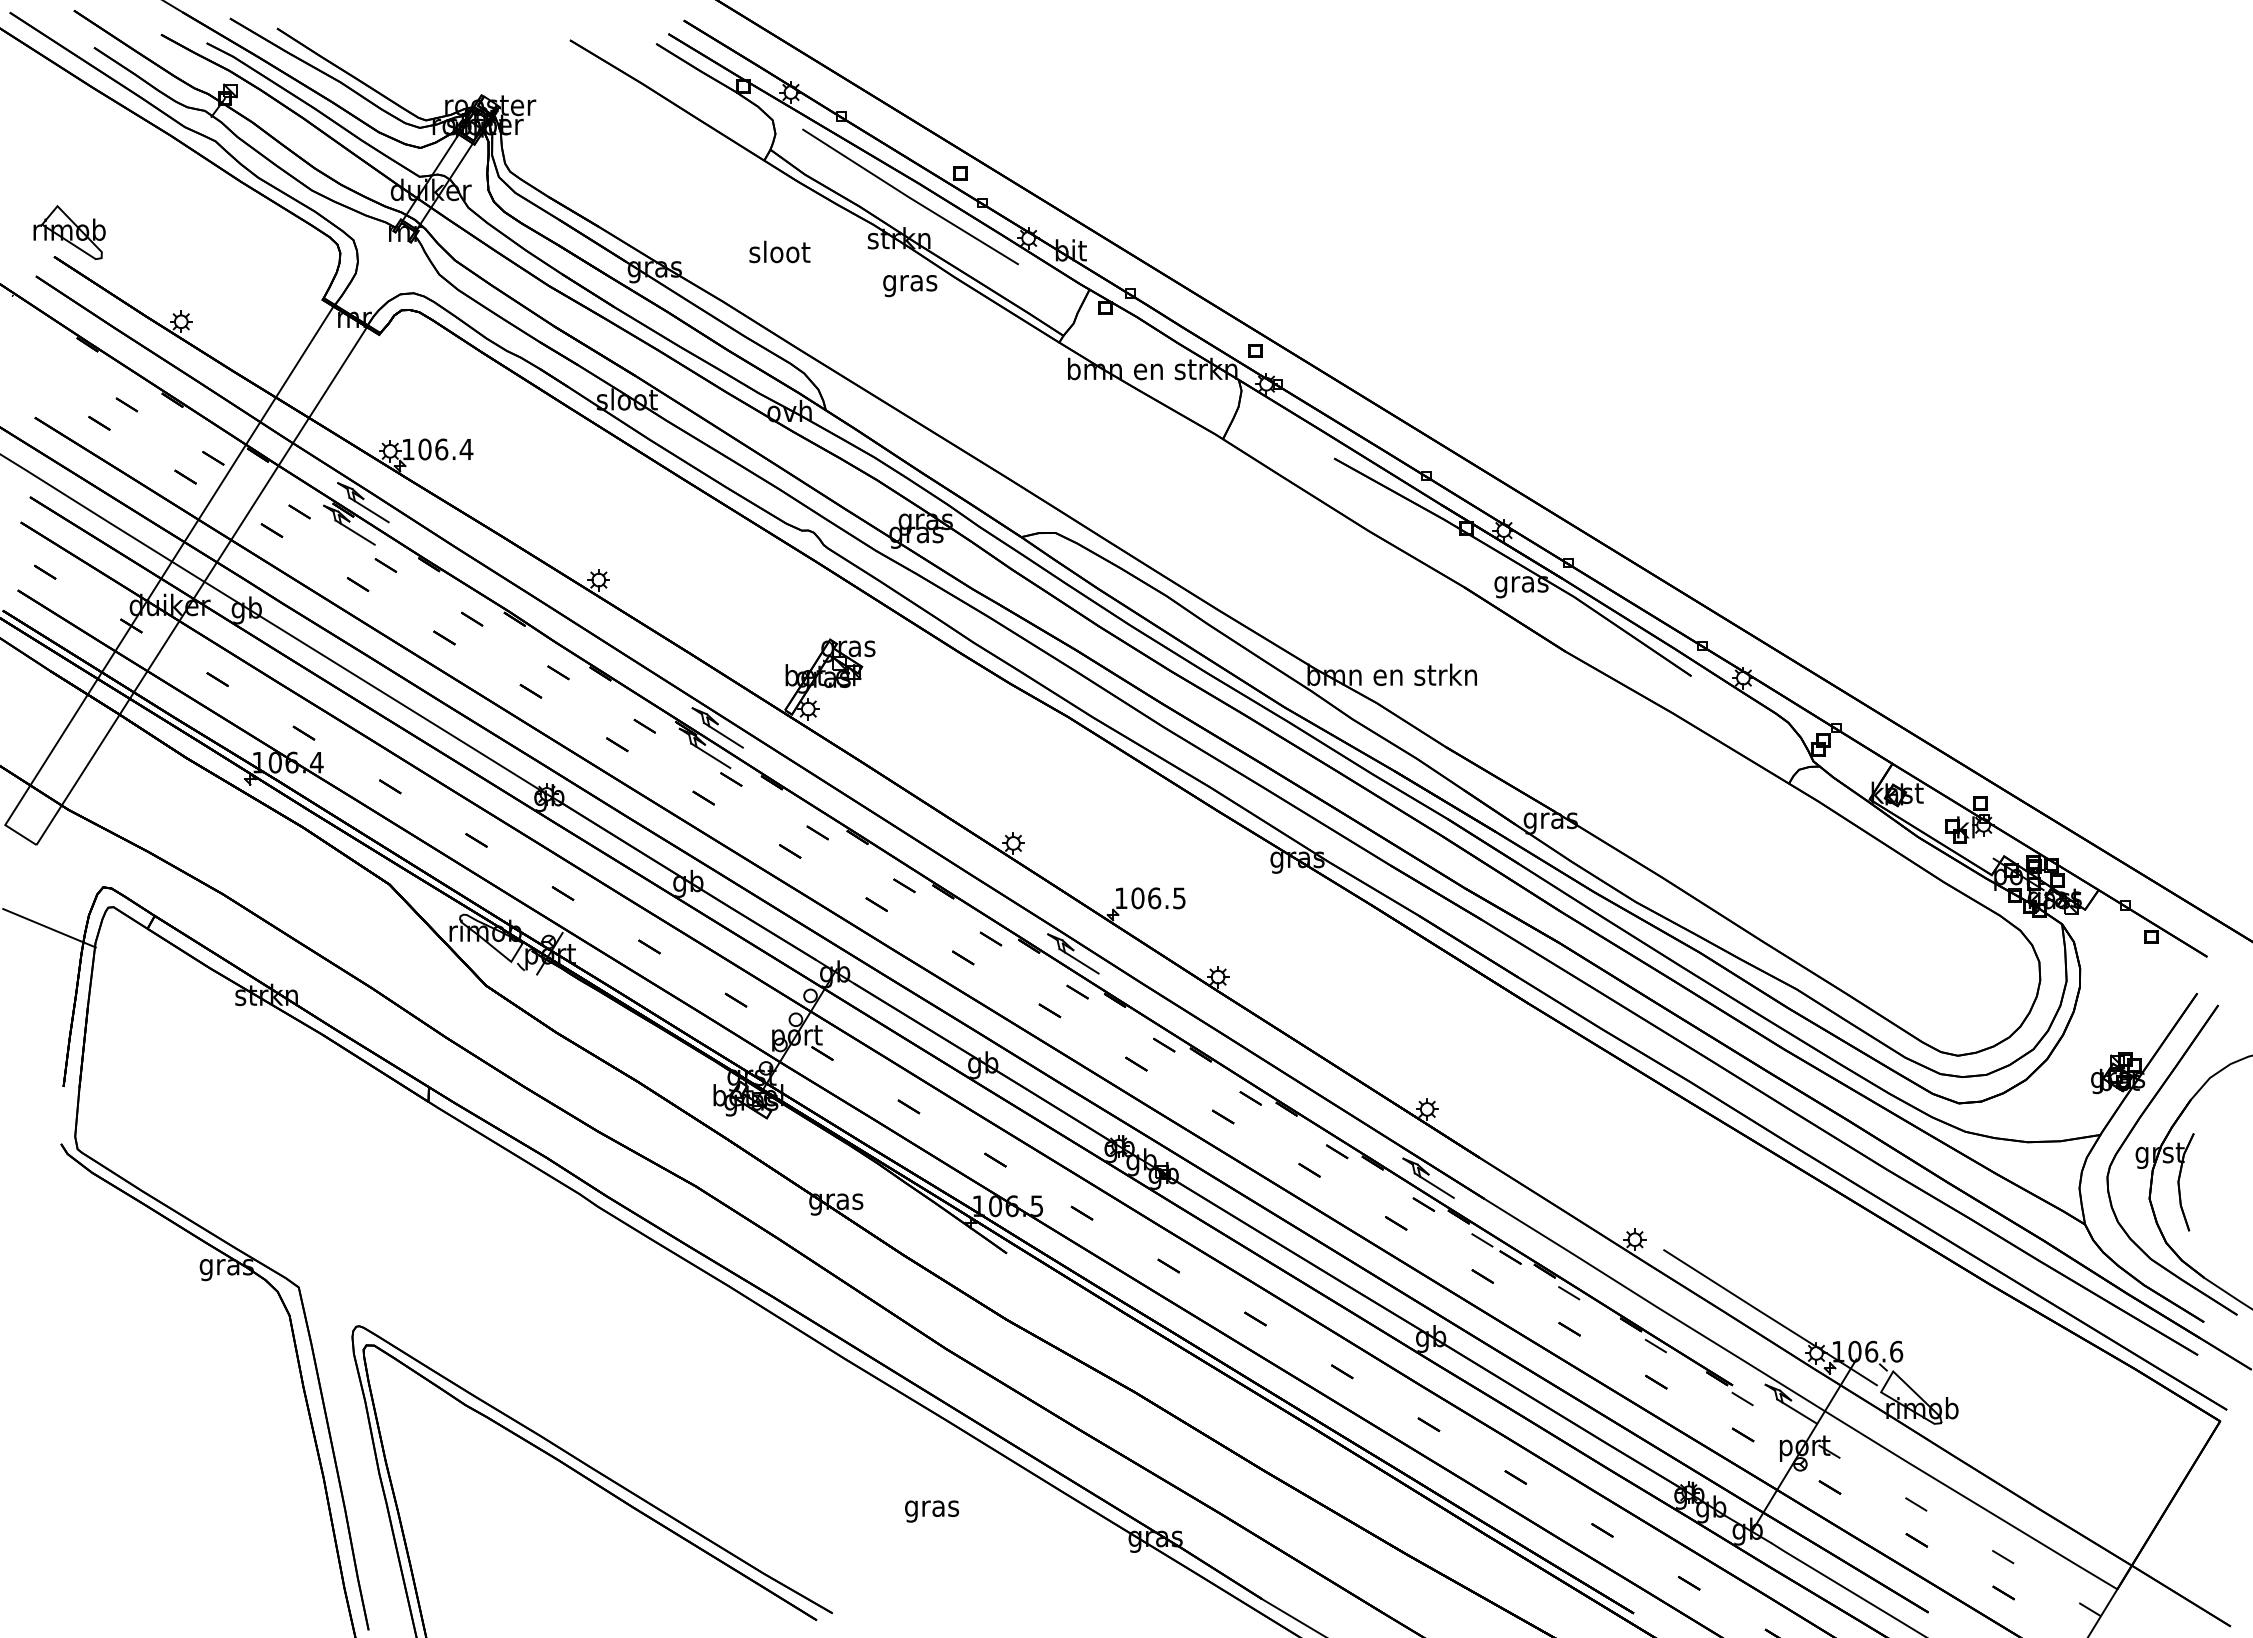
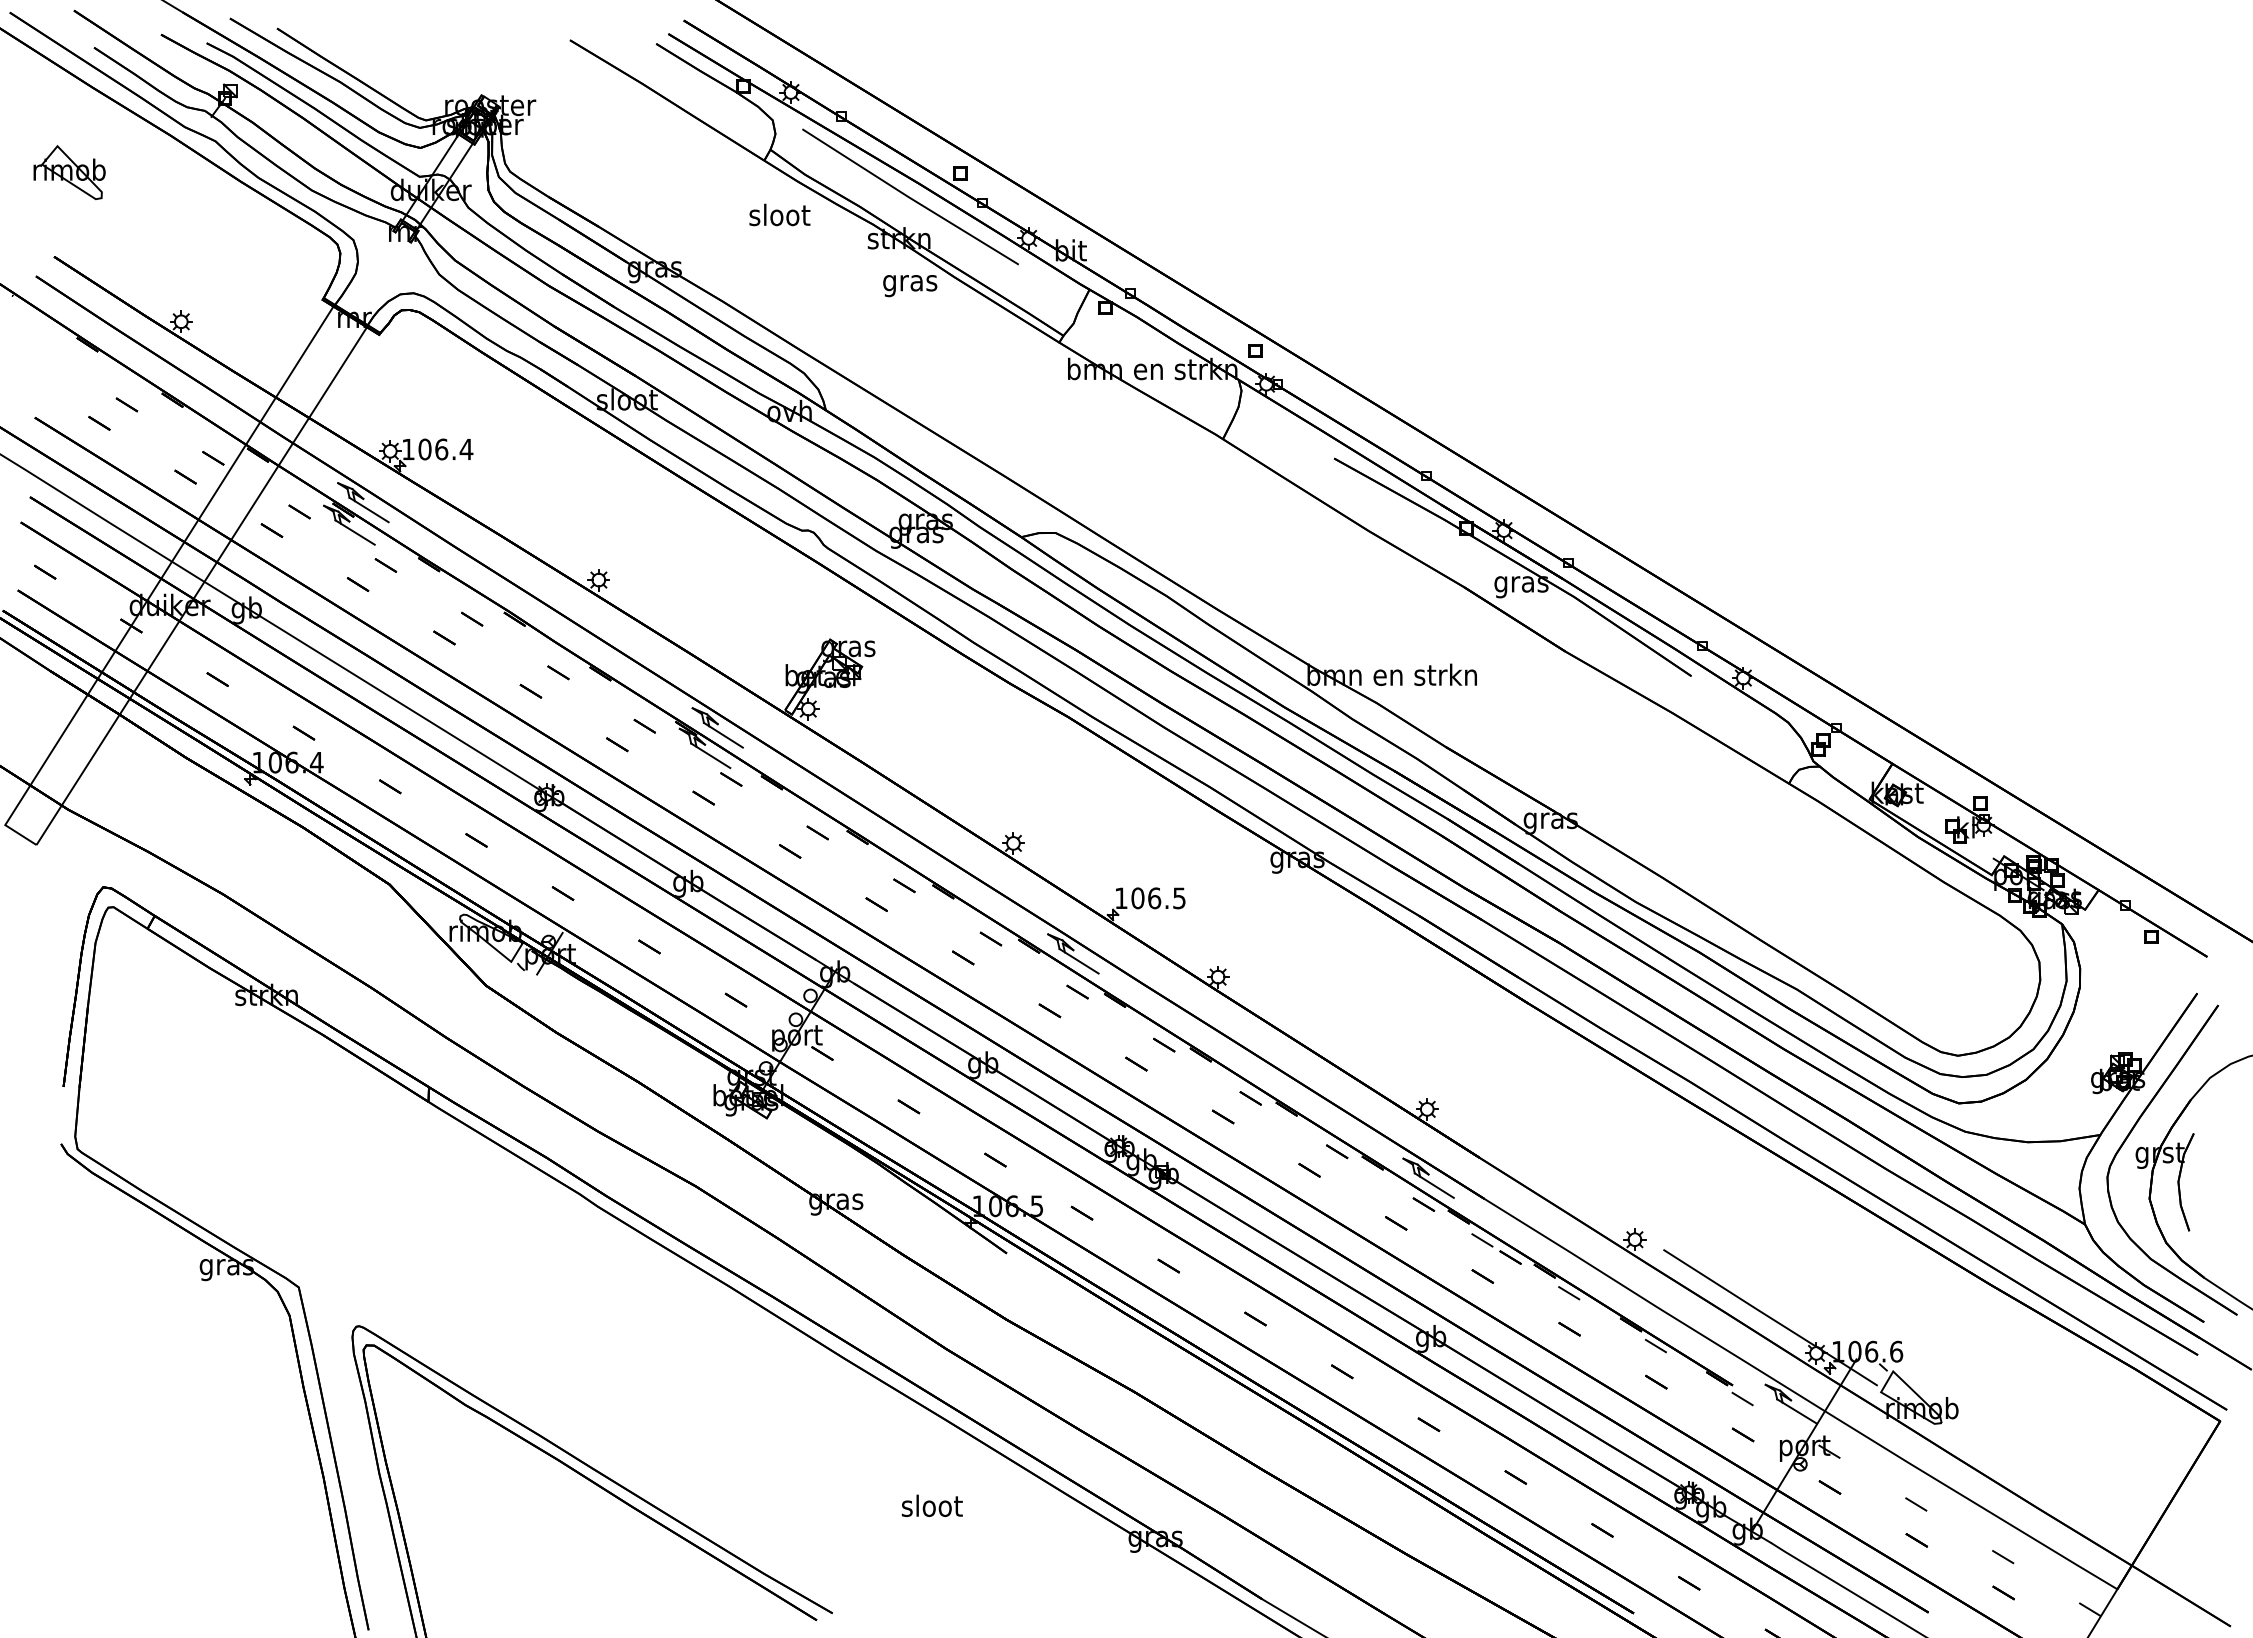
part at (69, 232) position: (69, 232) -> (69, 172)
text at (779, 251) position: (779, 251) -> (779, 214)
line at (49, 928): present -> none
text at (931, 1508): gras -> sloot
